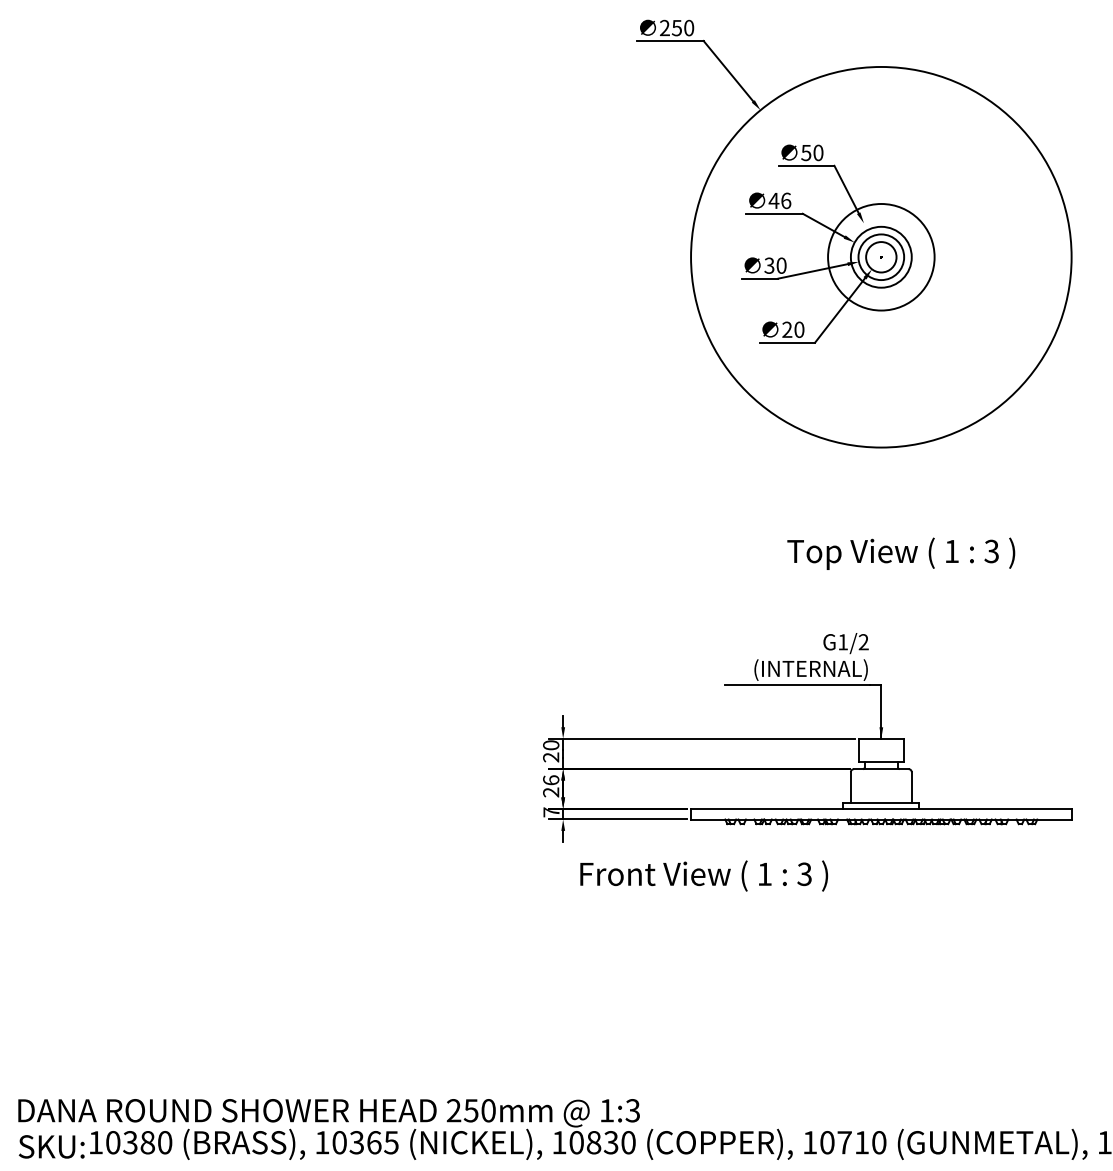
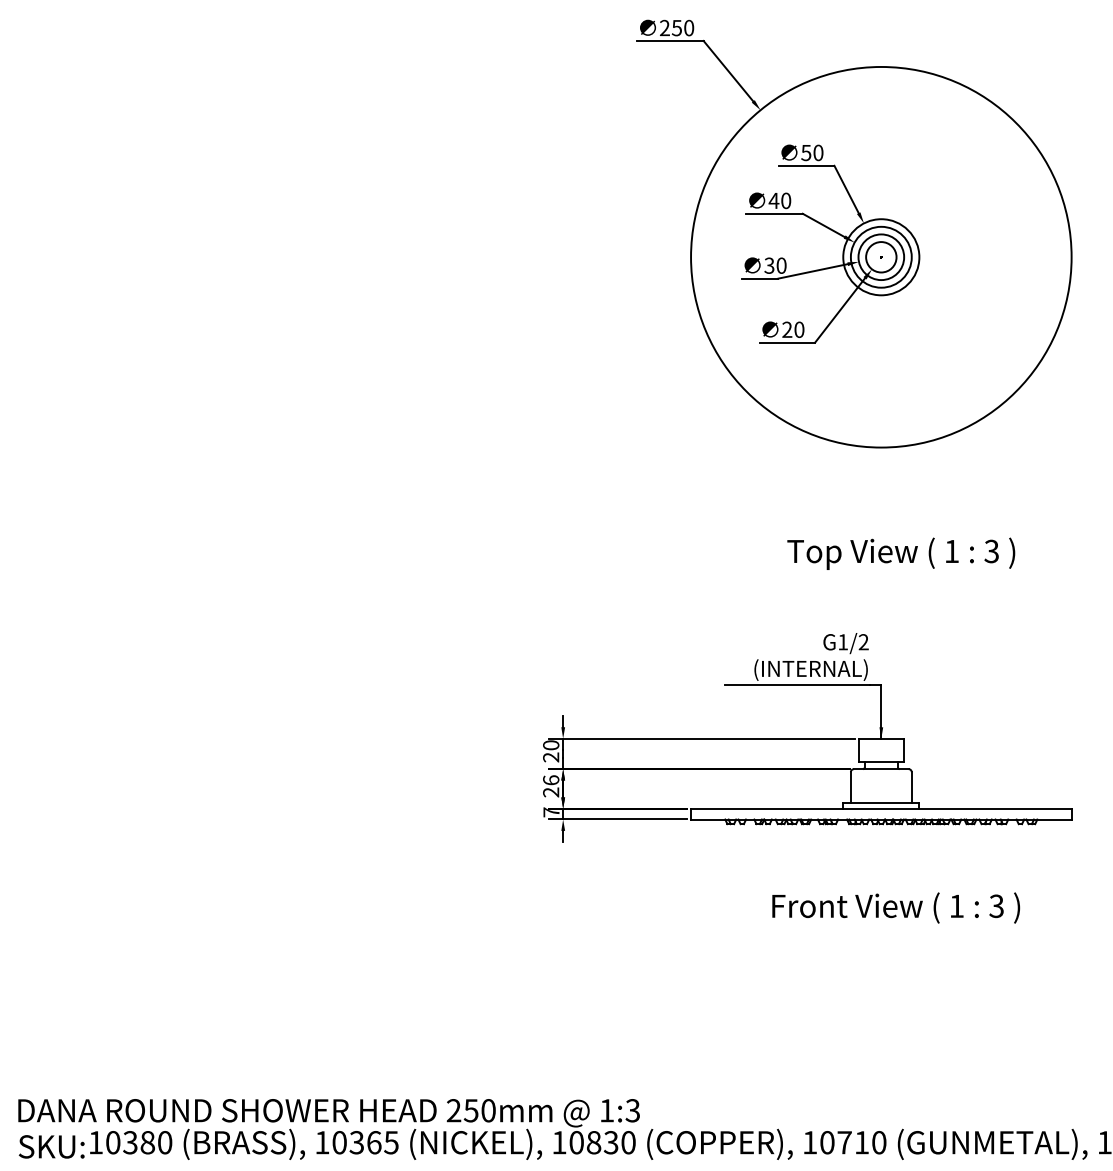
text at (786, 200): 46 -> 40
circle at (881, 257) diameter: 107 px -> 76 px
text at (704, 875) position: (704, 875) -> (896, 907)
